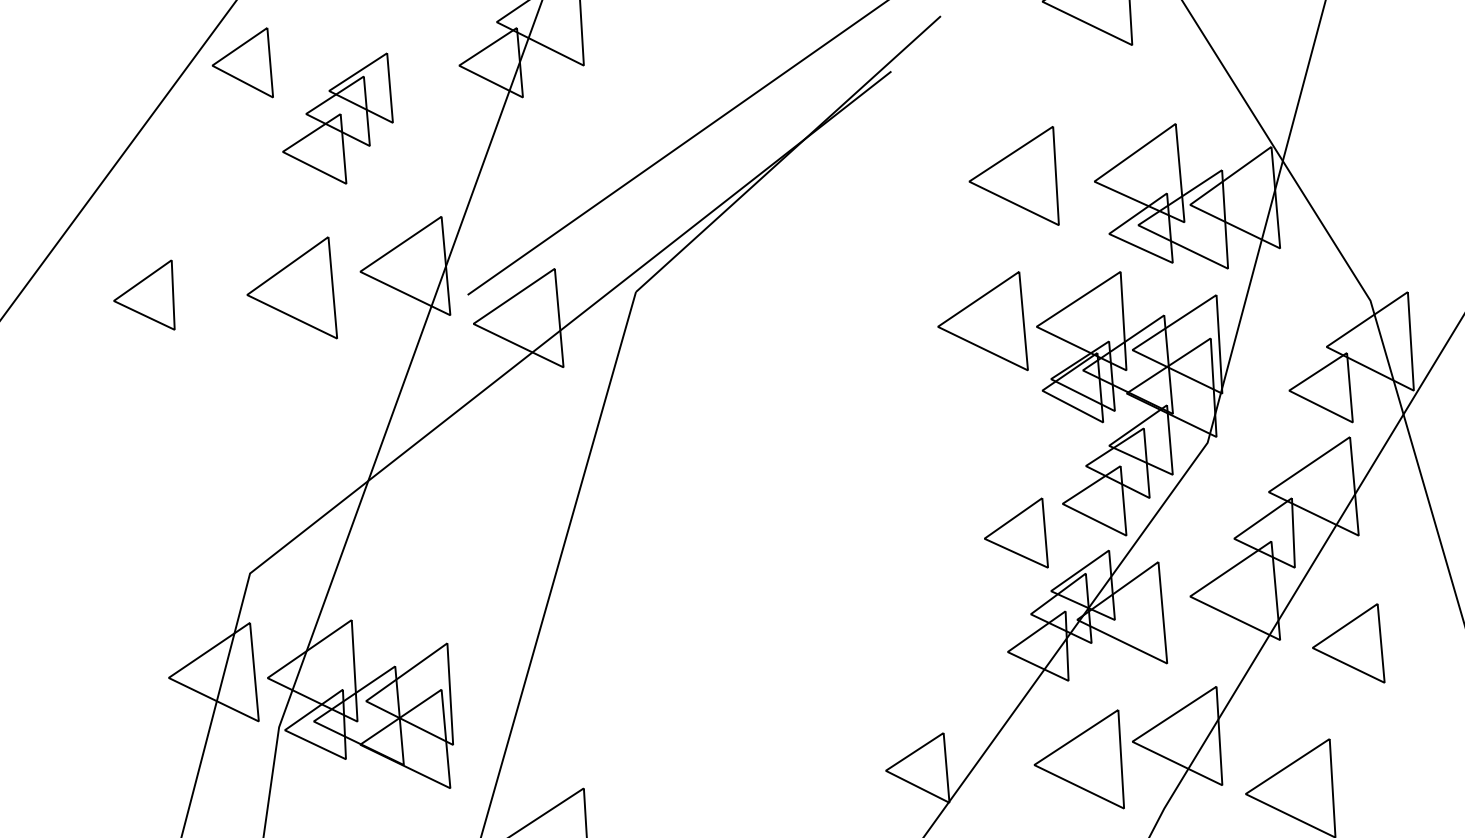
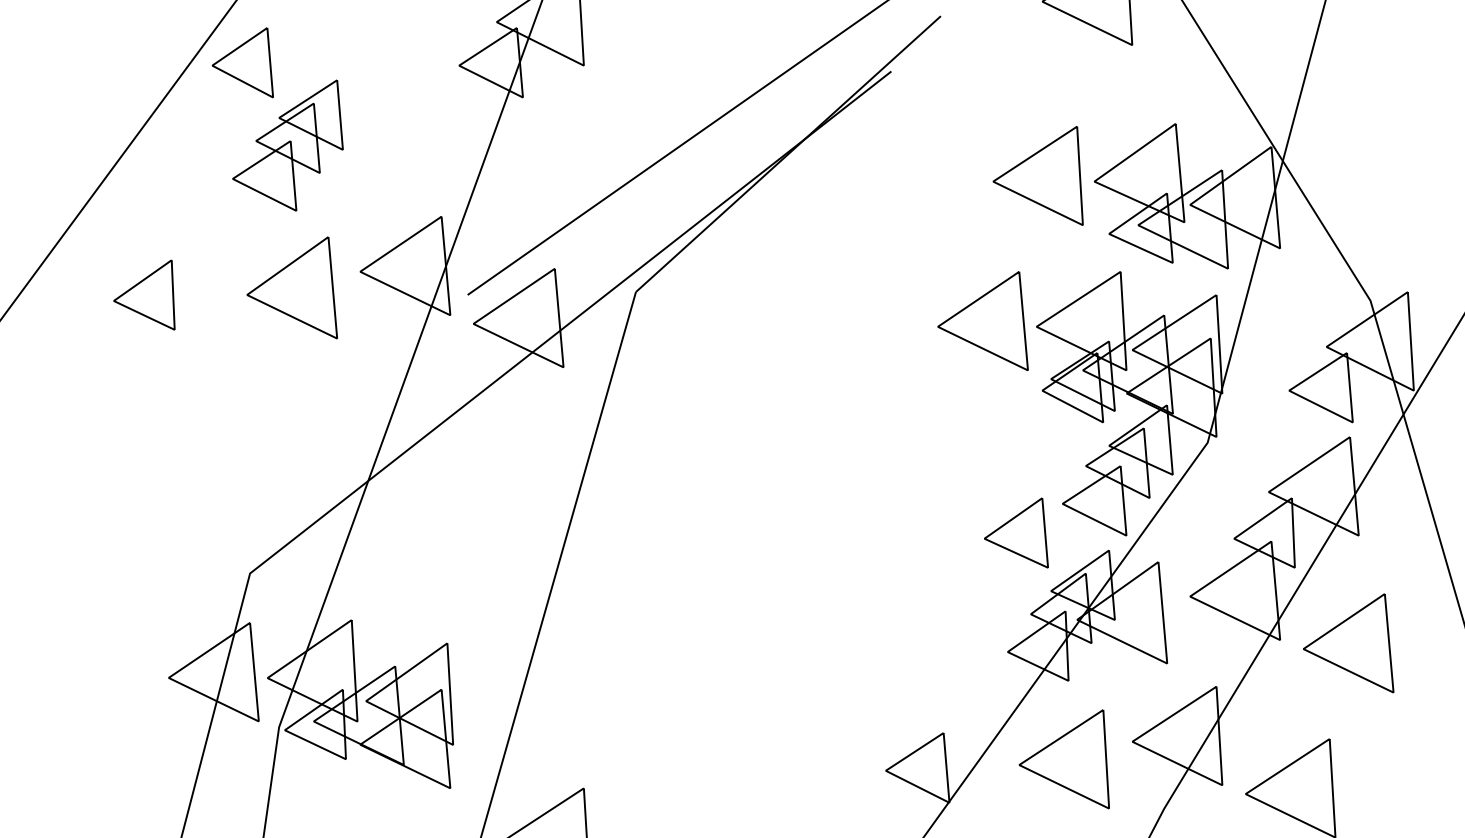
part at (337, 118) position: (337, 118) -> (287, 145)
part at (1013, 175) position: (1013, 175) -> (1037, 175)
part at (1348, 643) size: 74x81 px -> 92x101 px
part at (1078, 759) position: (1078, 759) -> (1063, 759)
